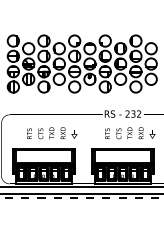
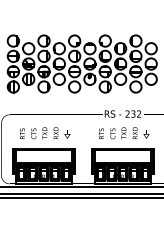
text at (52, 133) position: (52, 133) -> (45, 133)
text at (130, 133) position: (130, 133) -> (124, 133)
line at (82, 198): dashed -> solid
